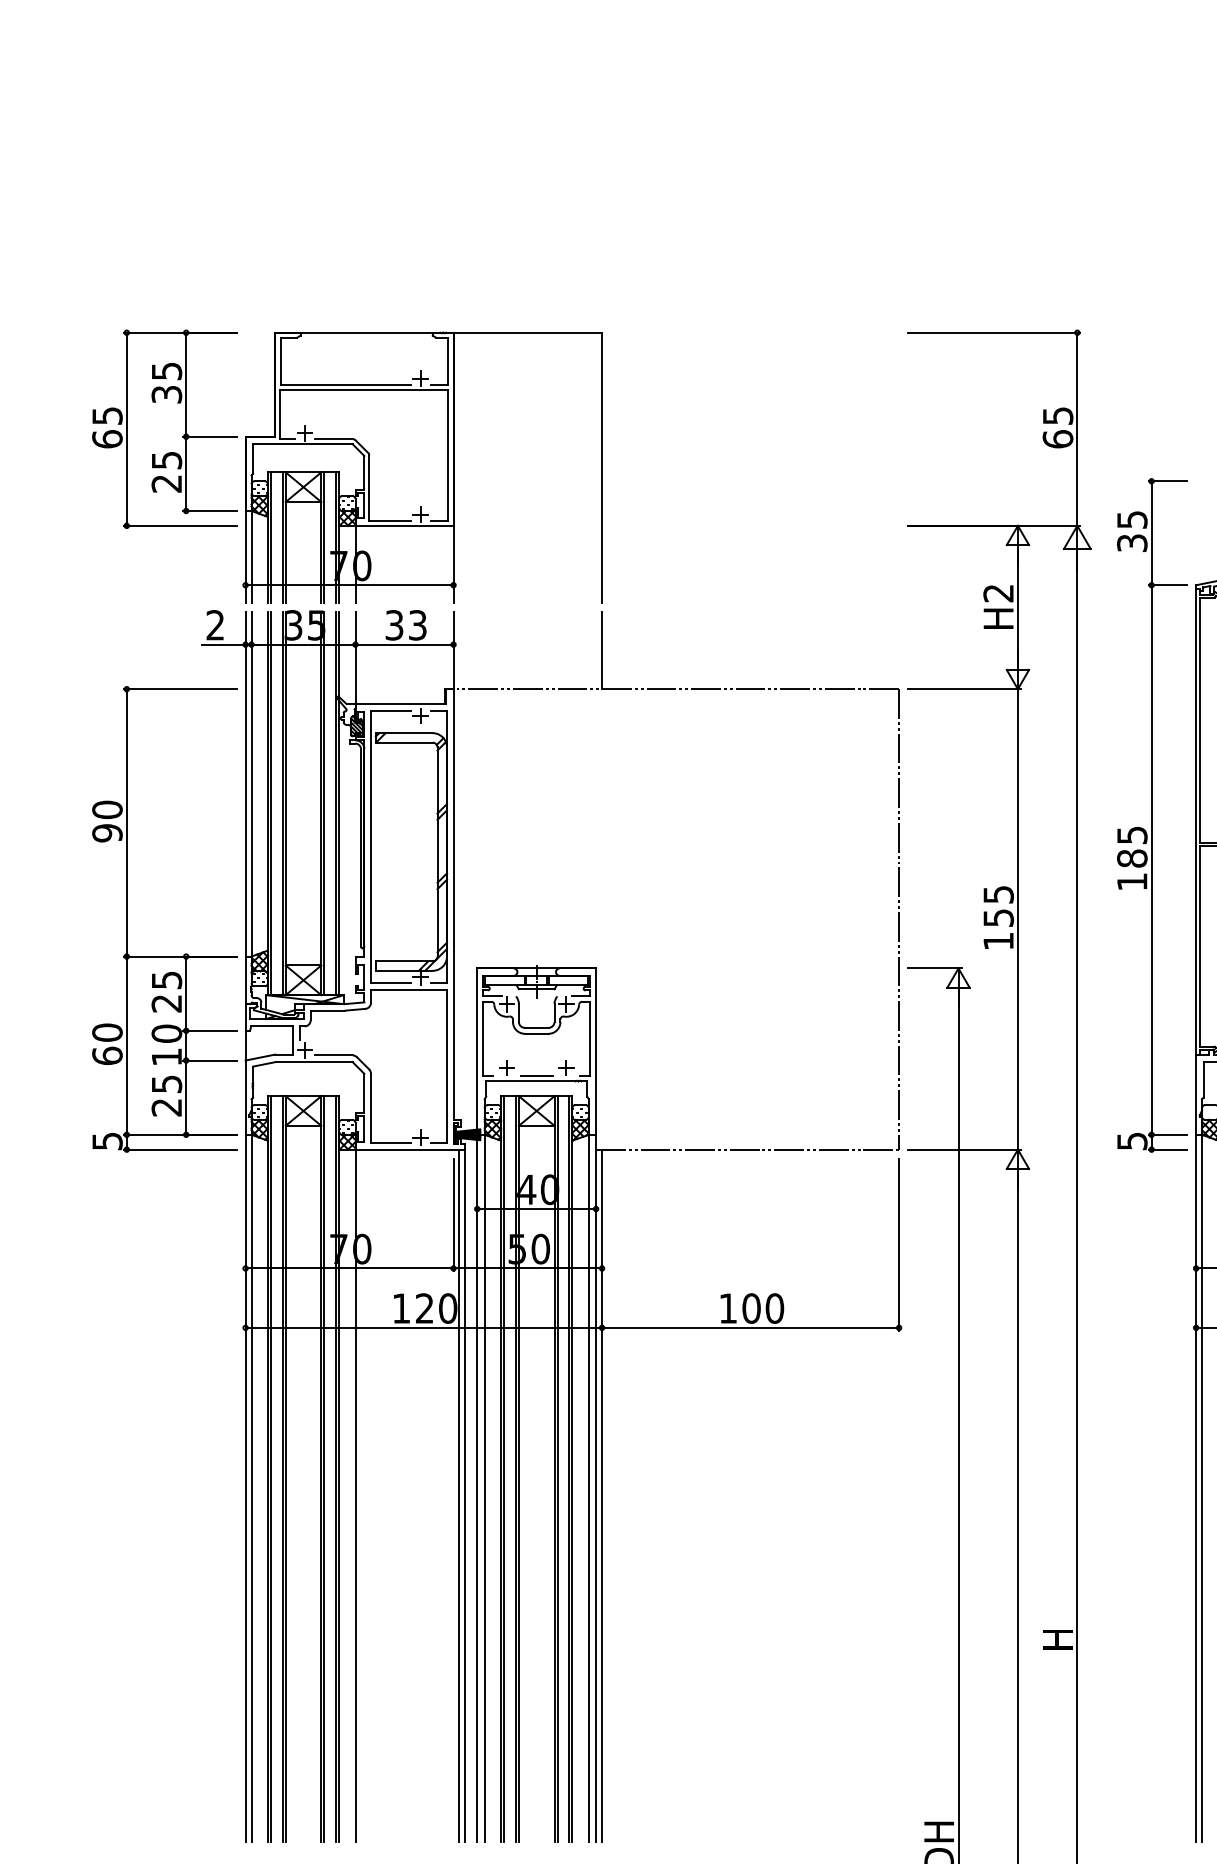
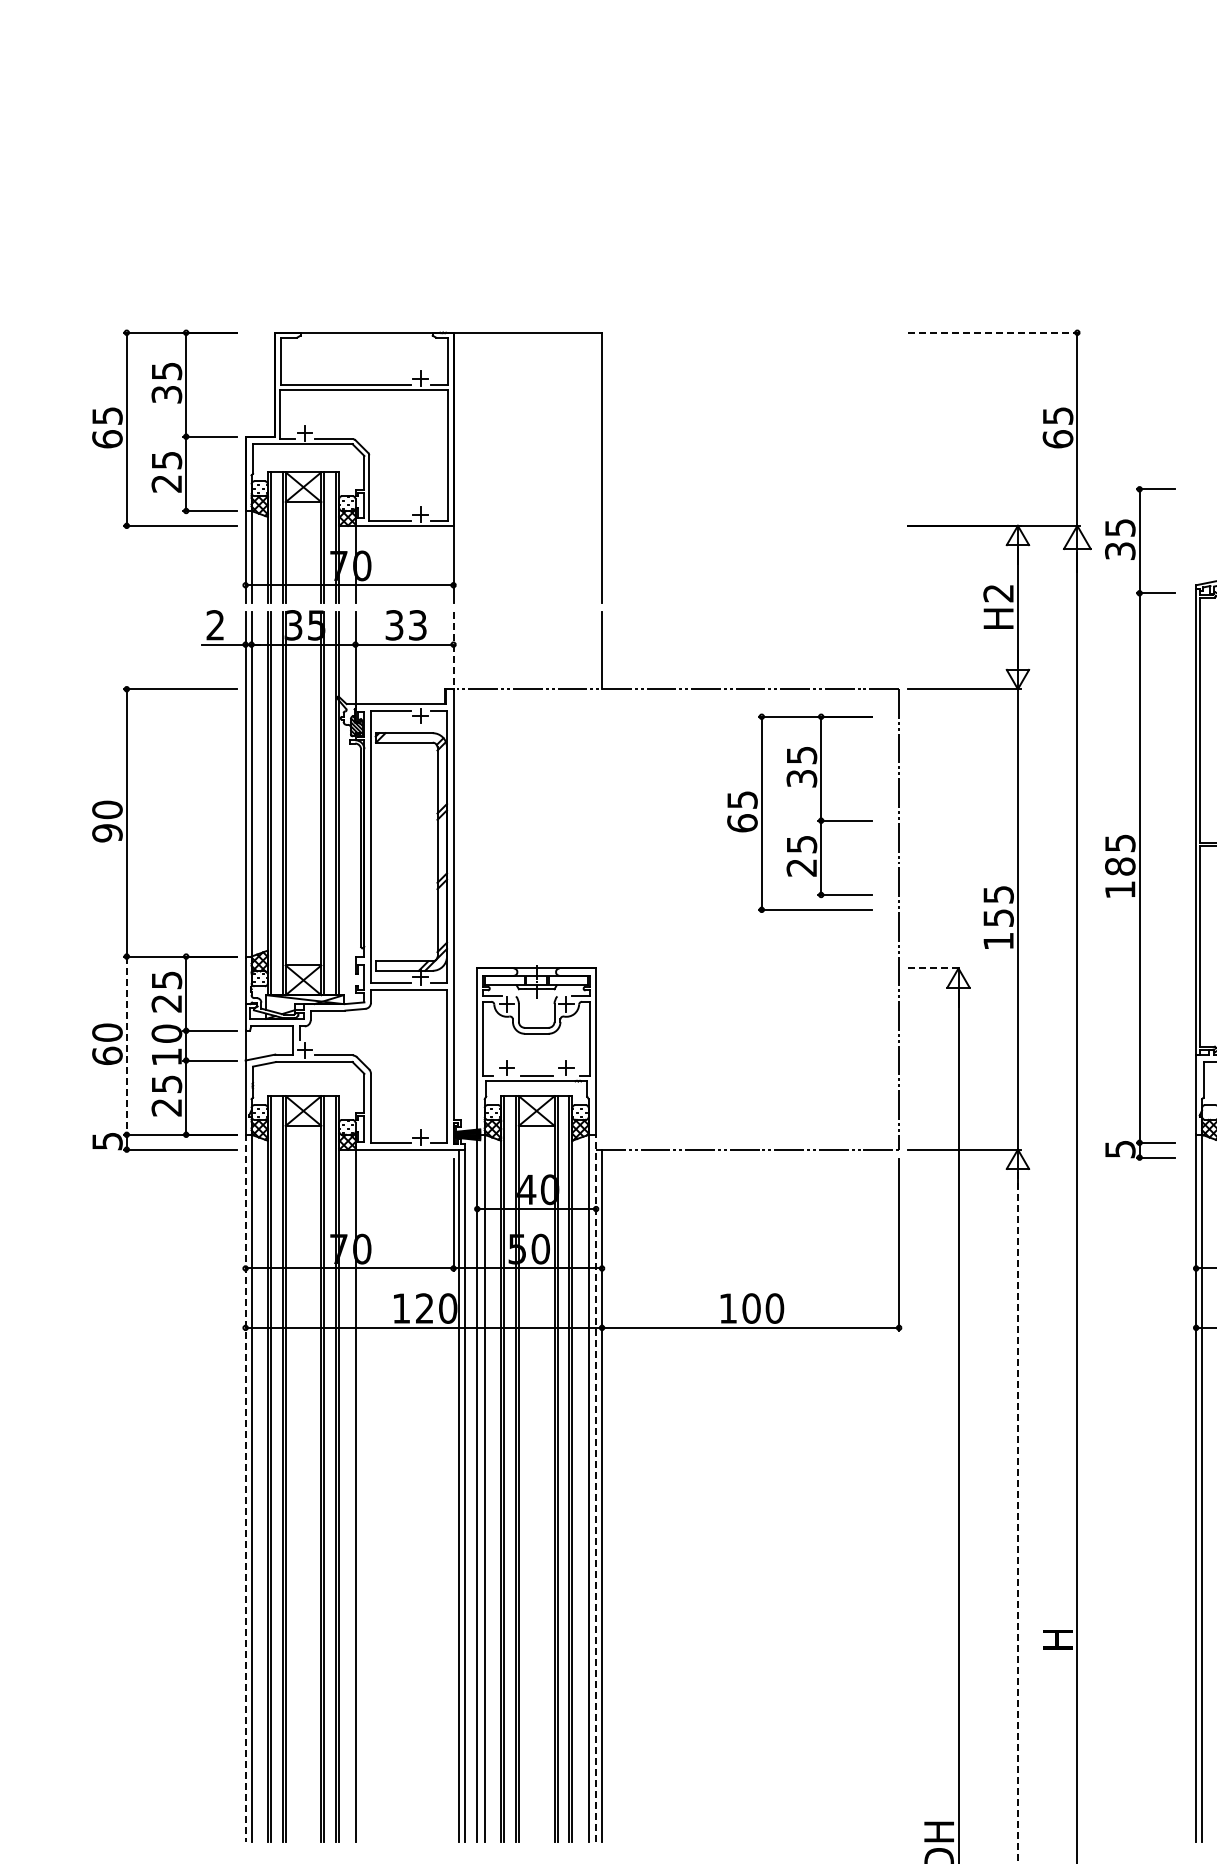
line at (994, 332): solid -> dashed
line at (453, 651): solid -> dashed
part at (1152, 815) position: (1152, 815) -> (1140, 823)
part at (817, 820): none -> present
line at (934, 968): solid -> dashed
line at (126, 1046): solid -> dashed
line at (245, 1487): solid -> dashed
line at (596, 1487): solid -> dashed
line at (1017, 1517): solid -> dashed
